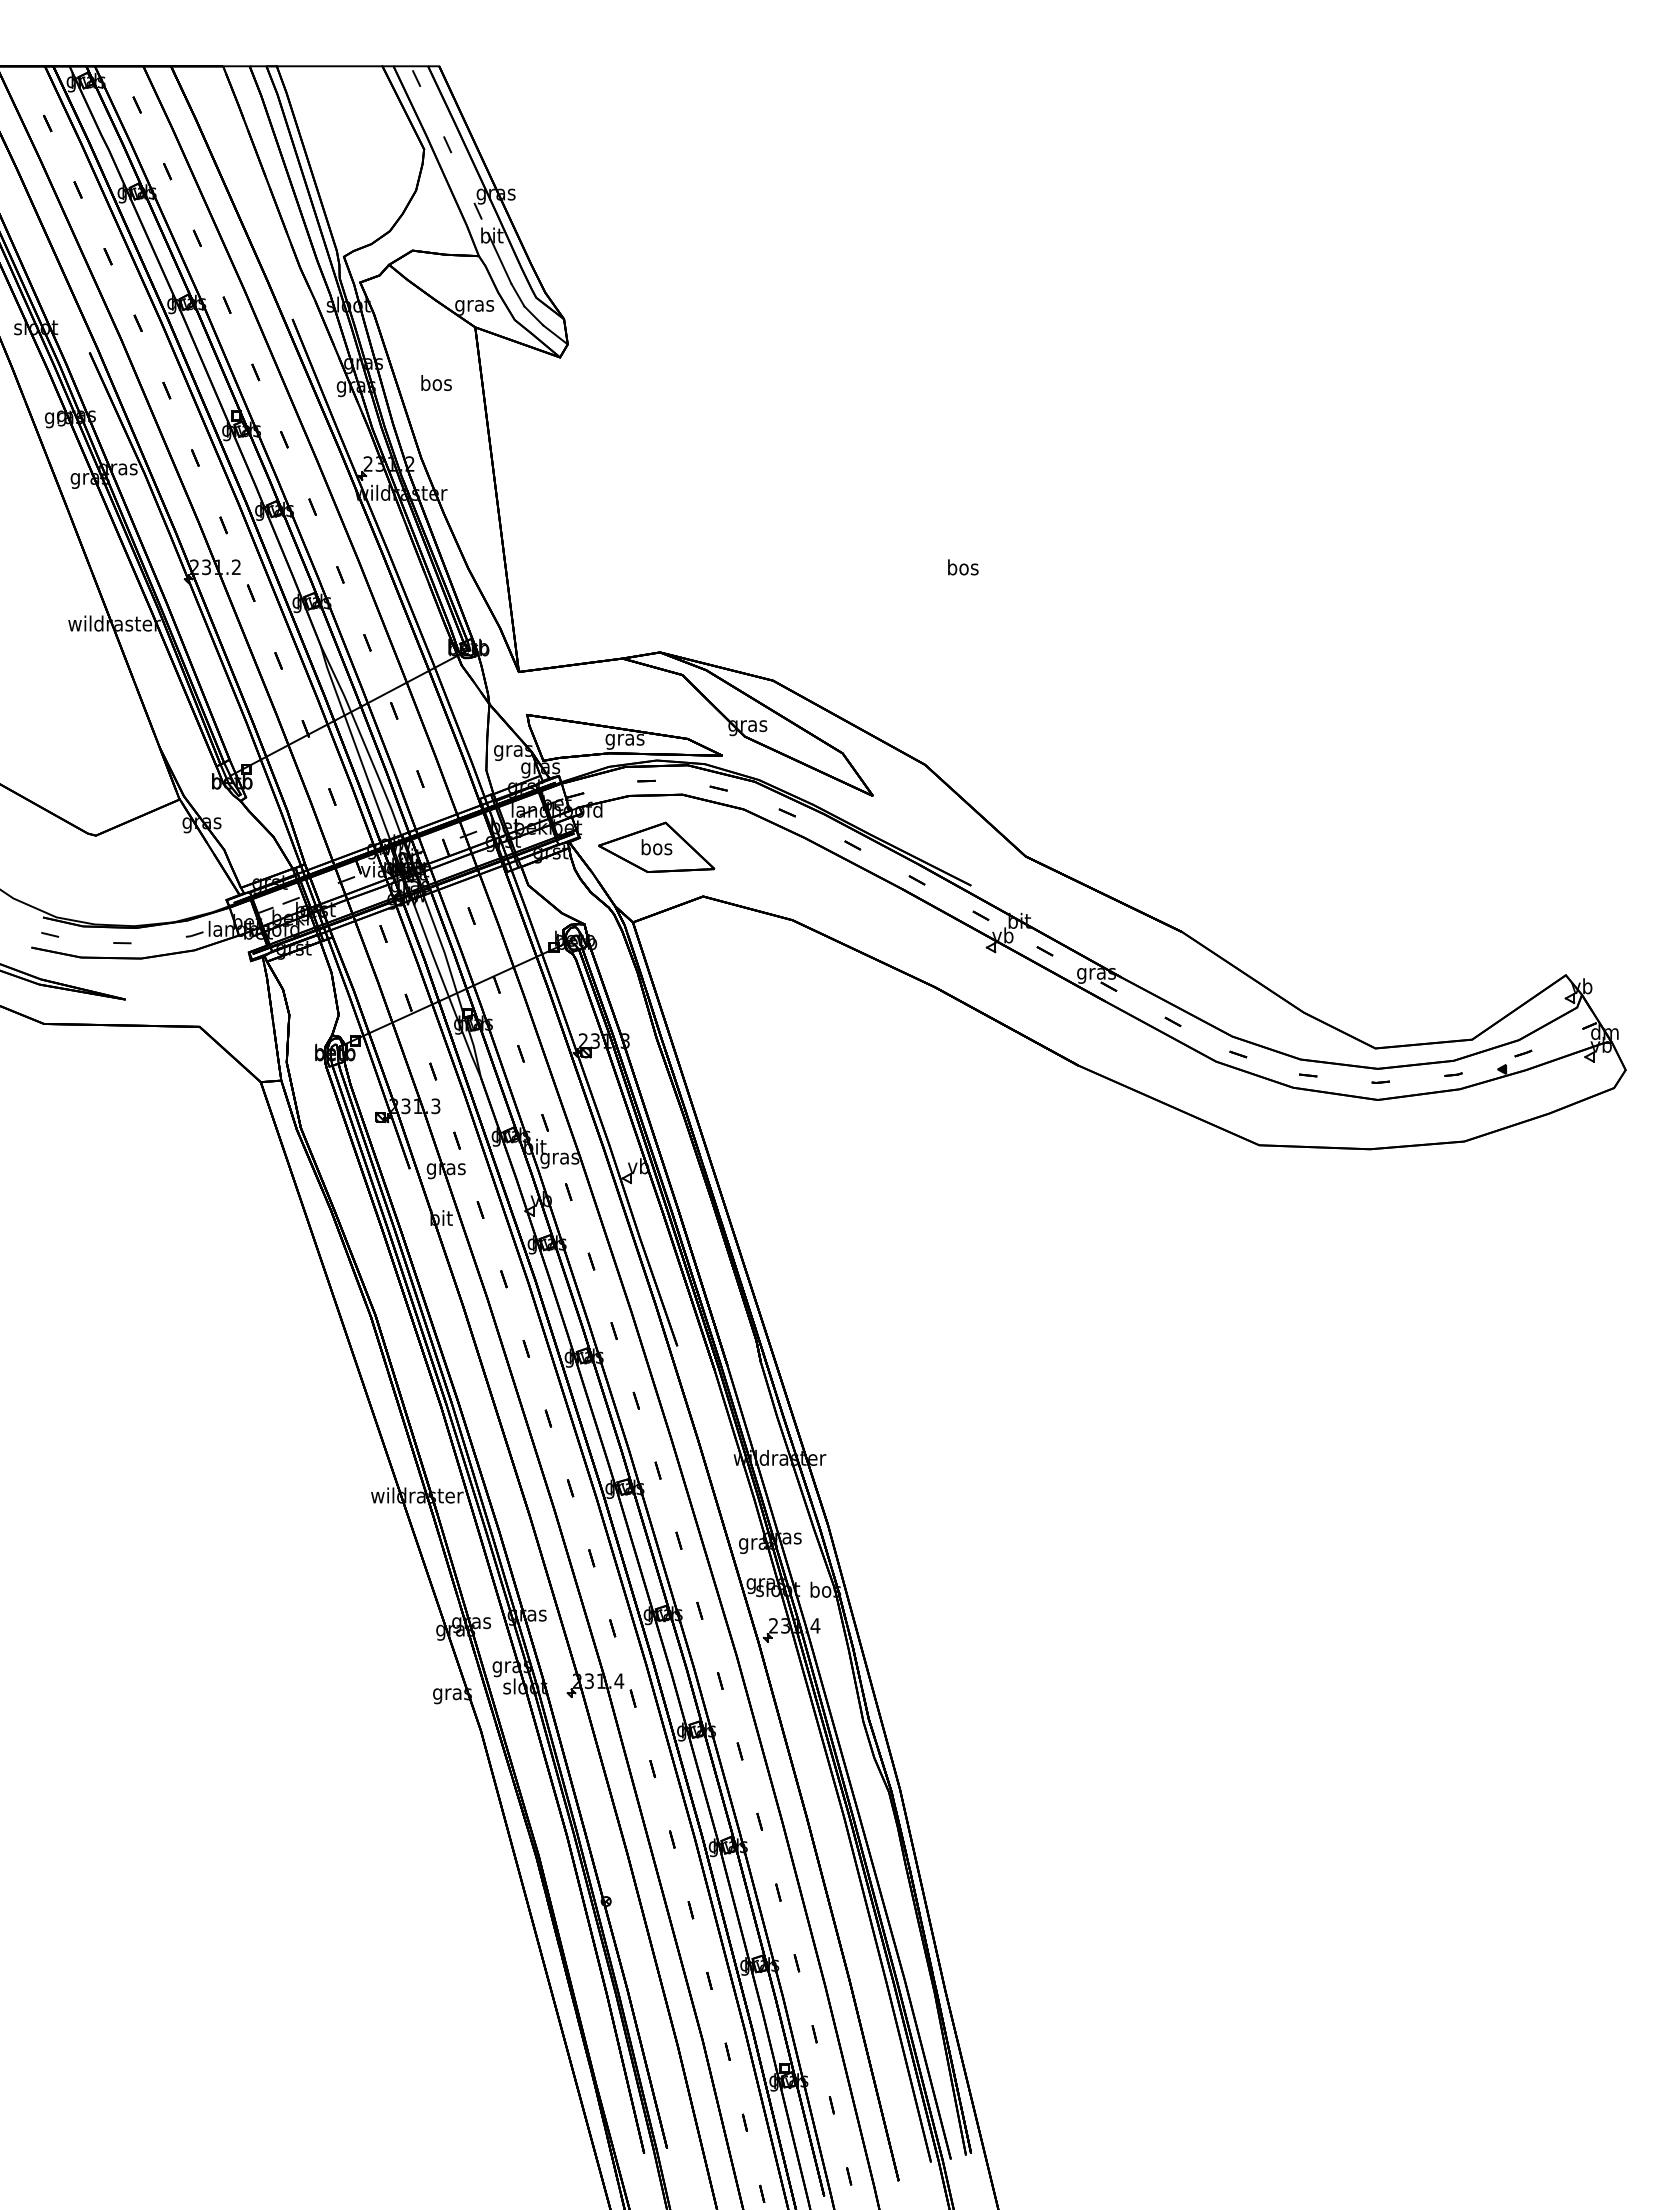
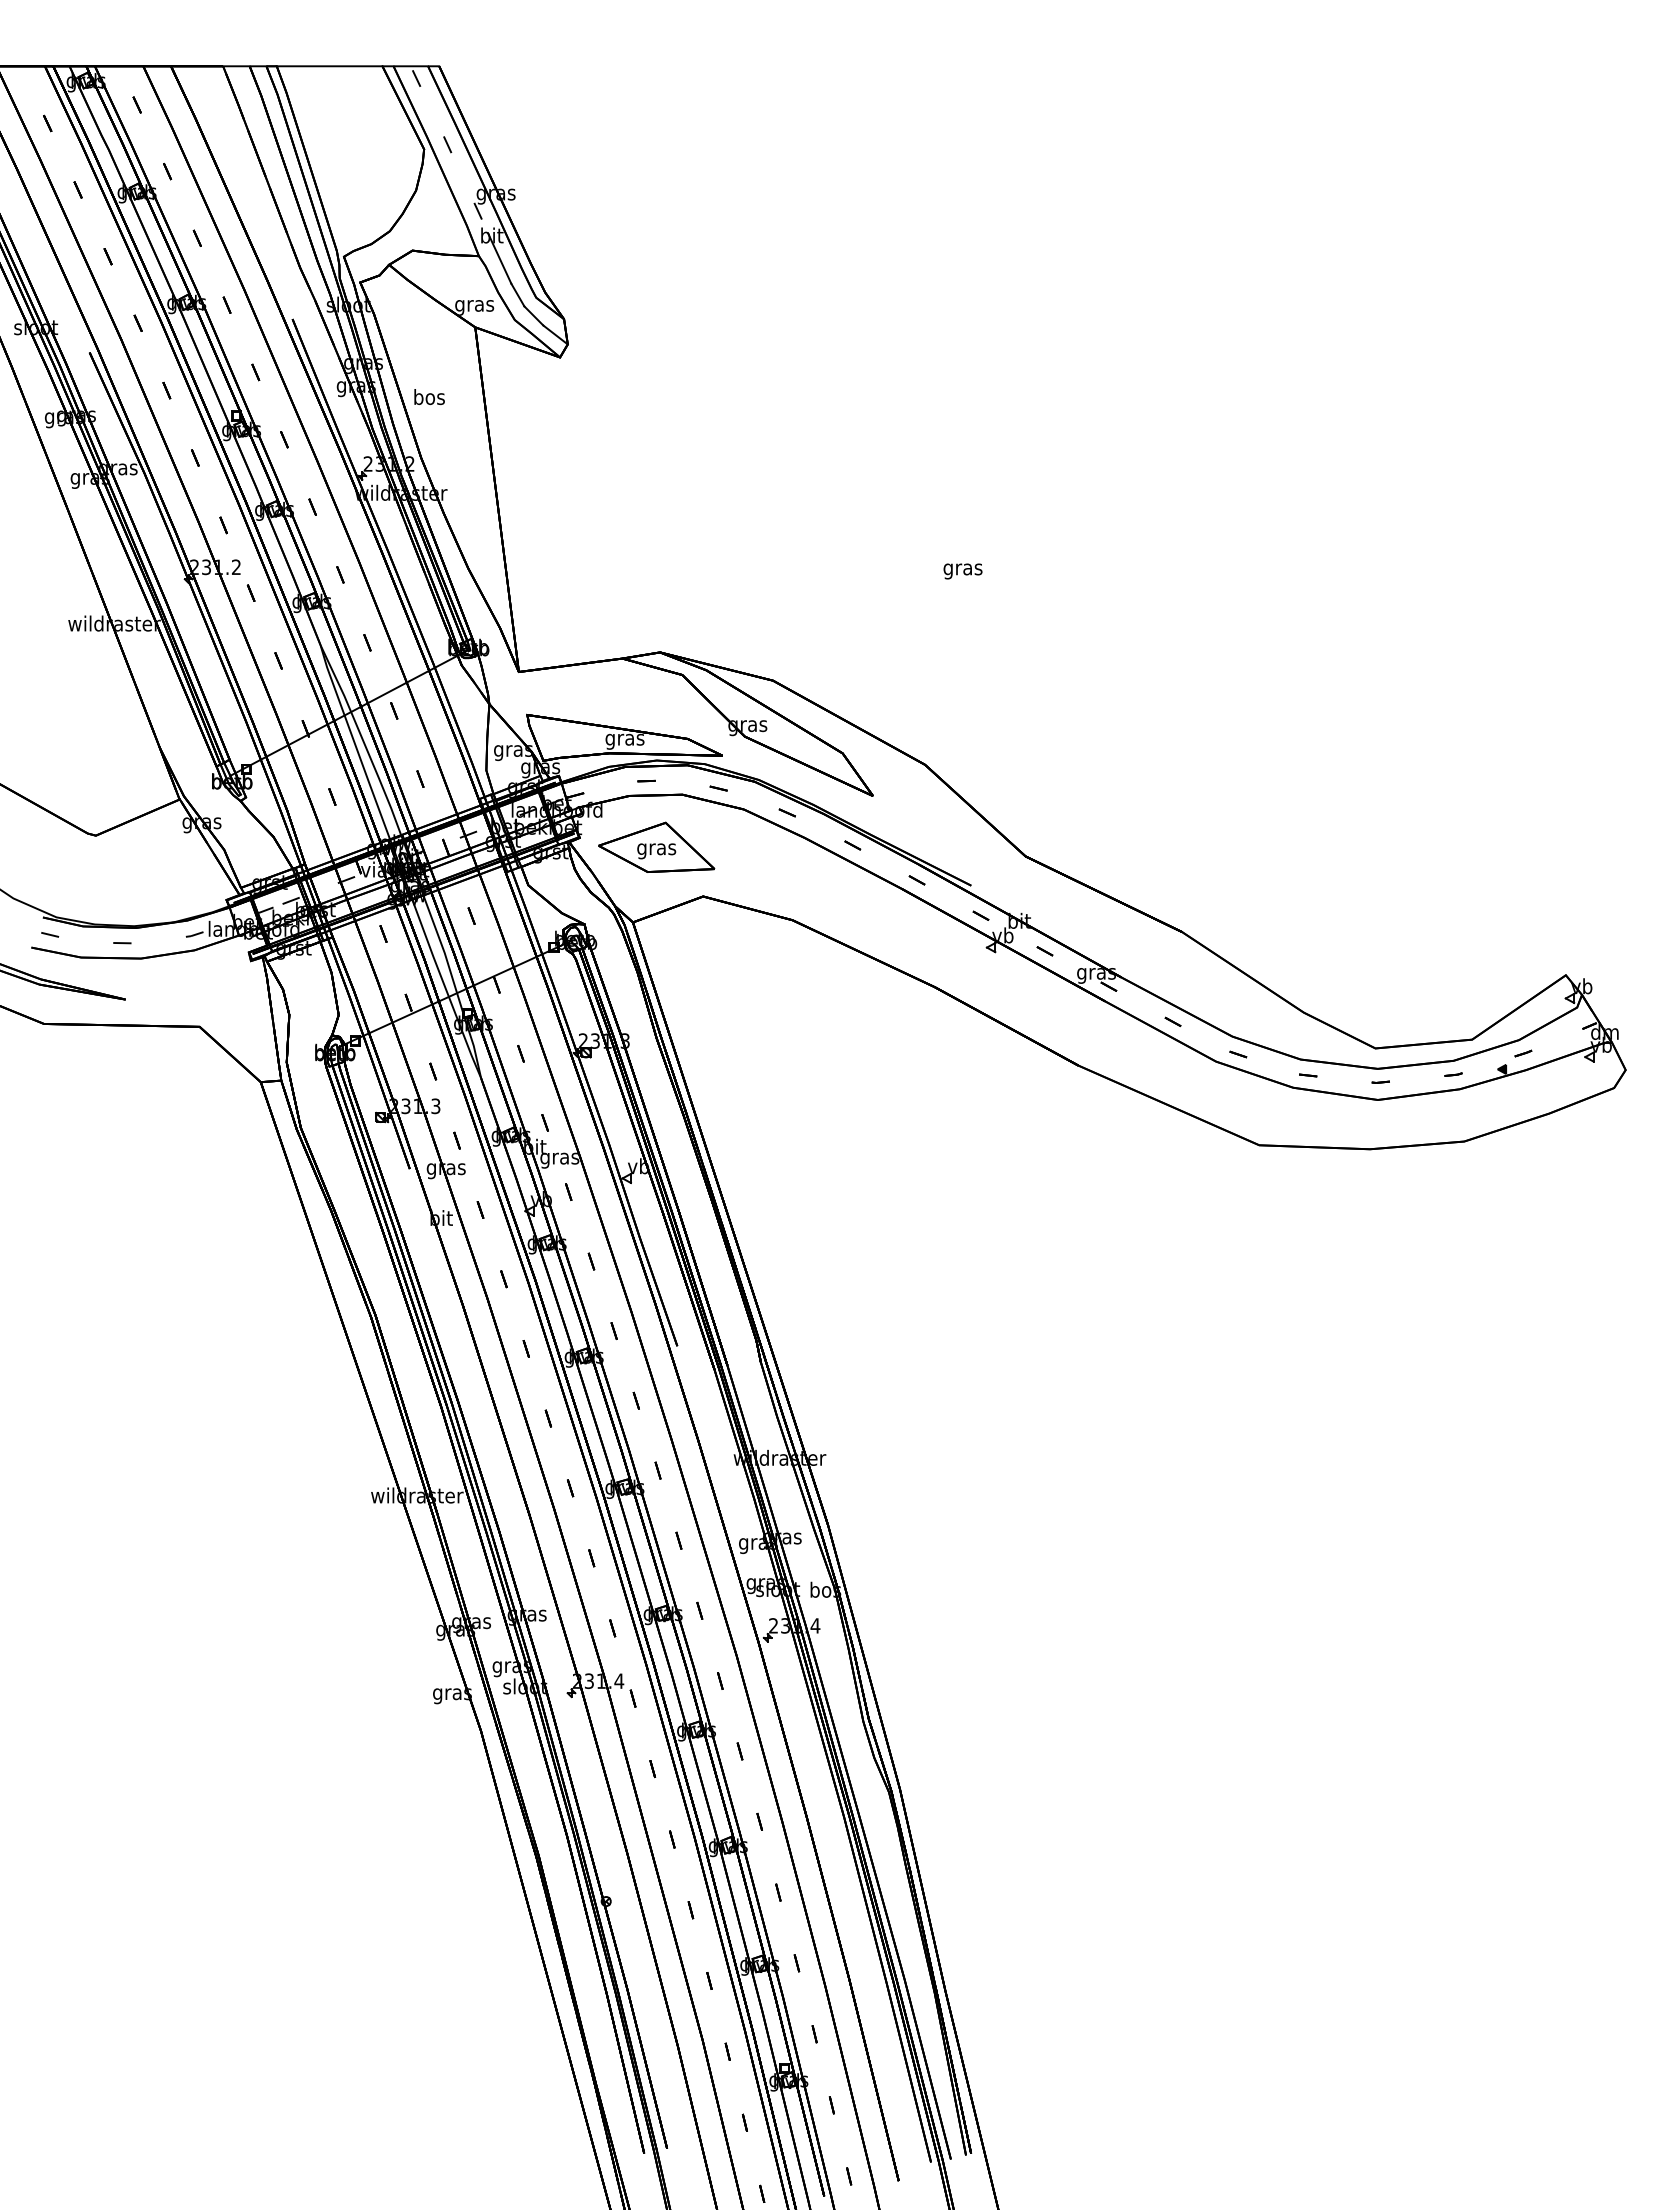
text at (436, 383) position: (436, 383) -> (429, 397)
text at (962, 569): bos -> gras
text at (656, 849): bos -> gras
